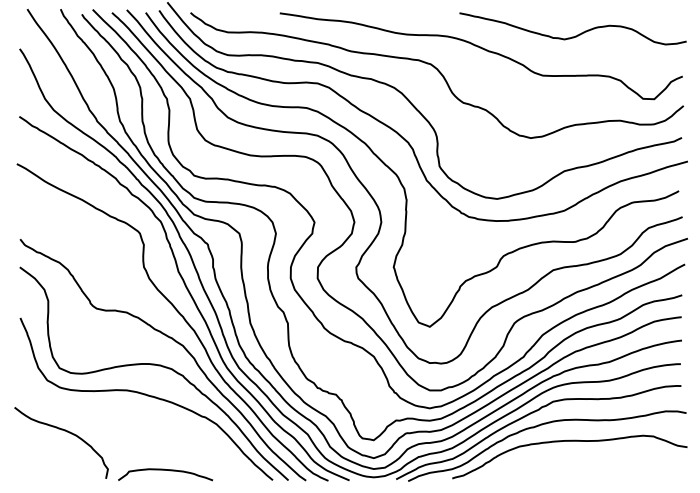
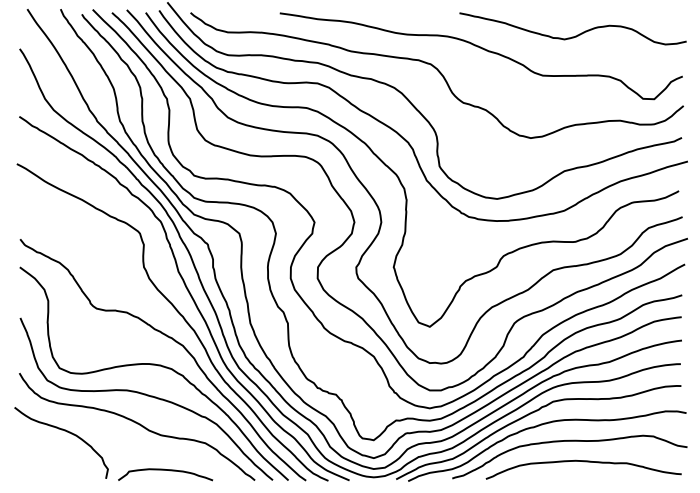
curve at (137, 424): none -> present
curve at (583, 462): none -> present
